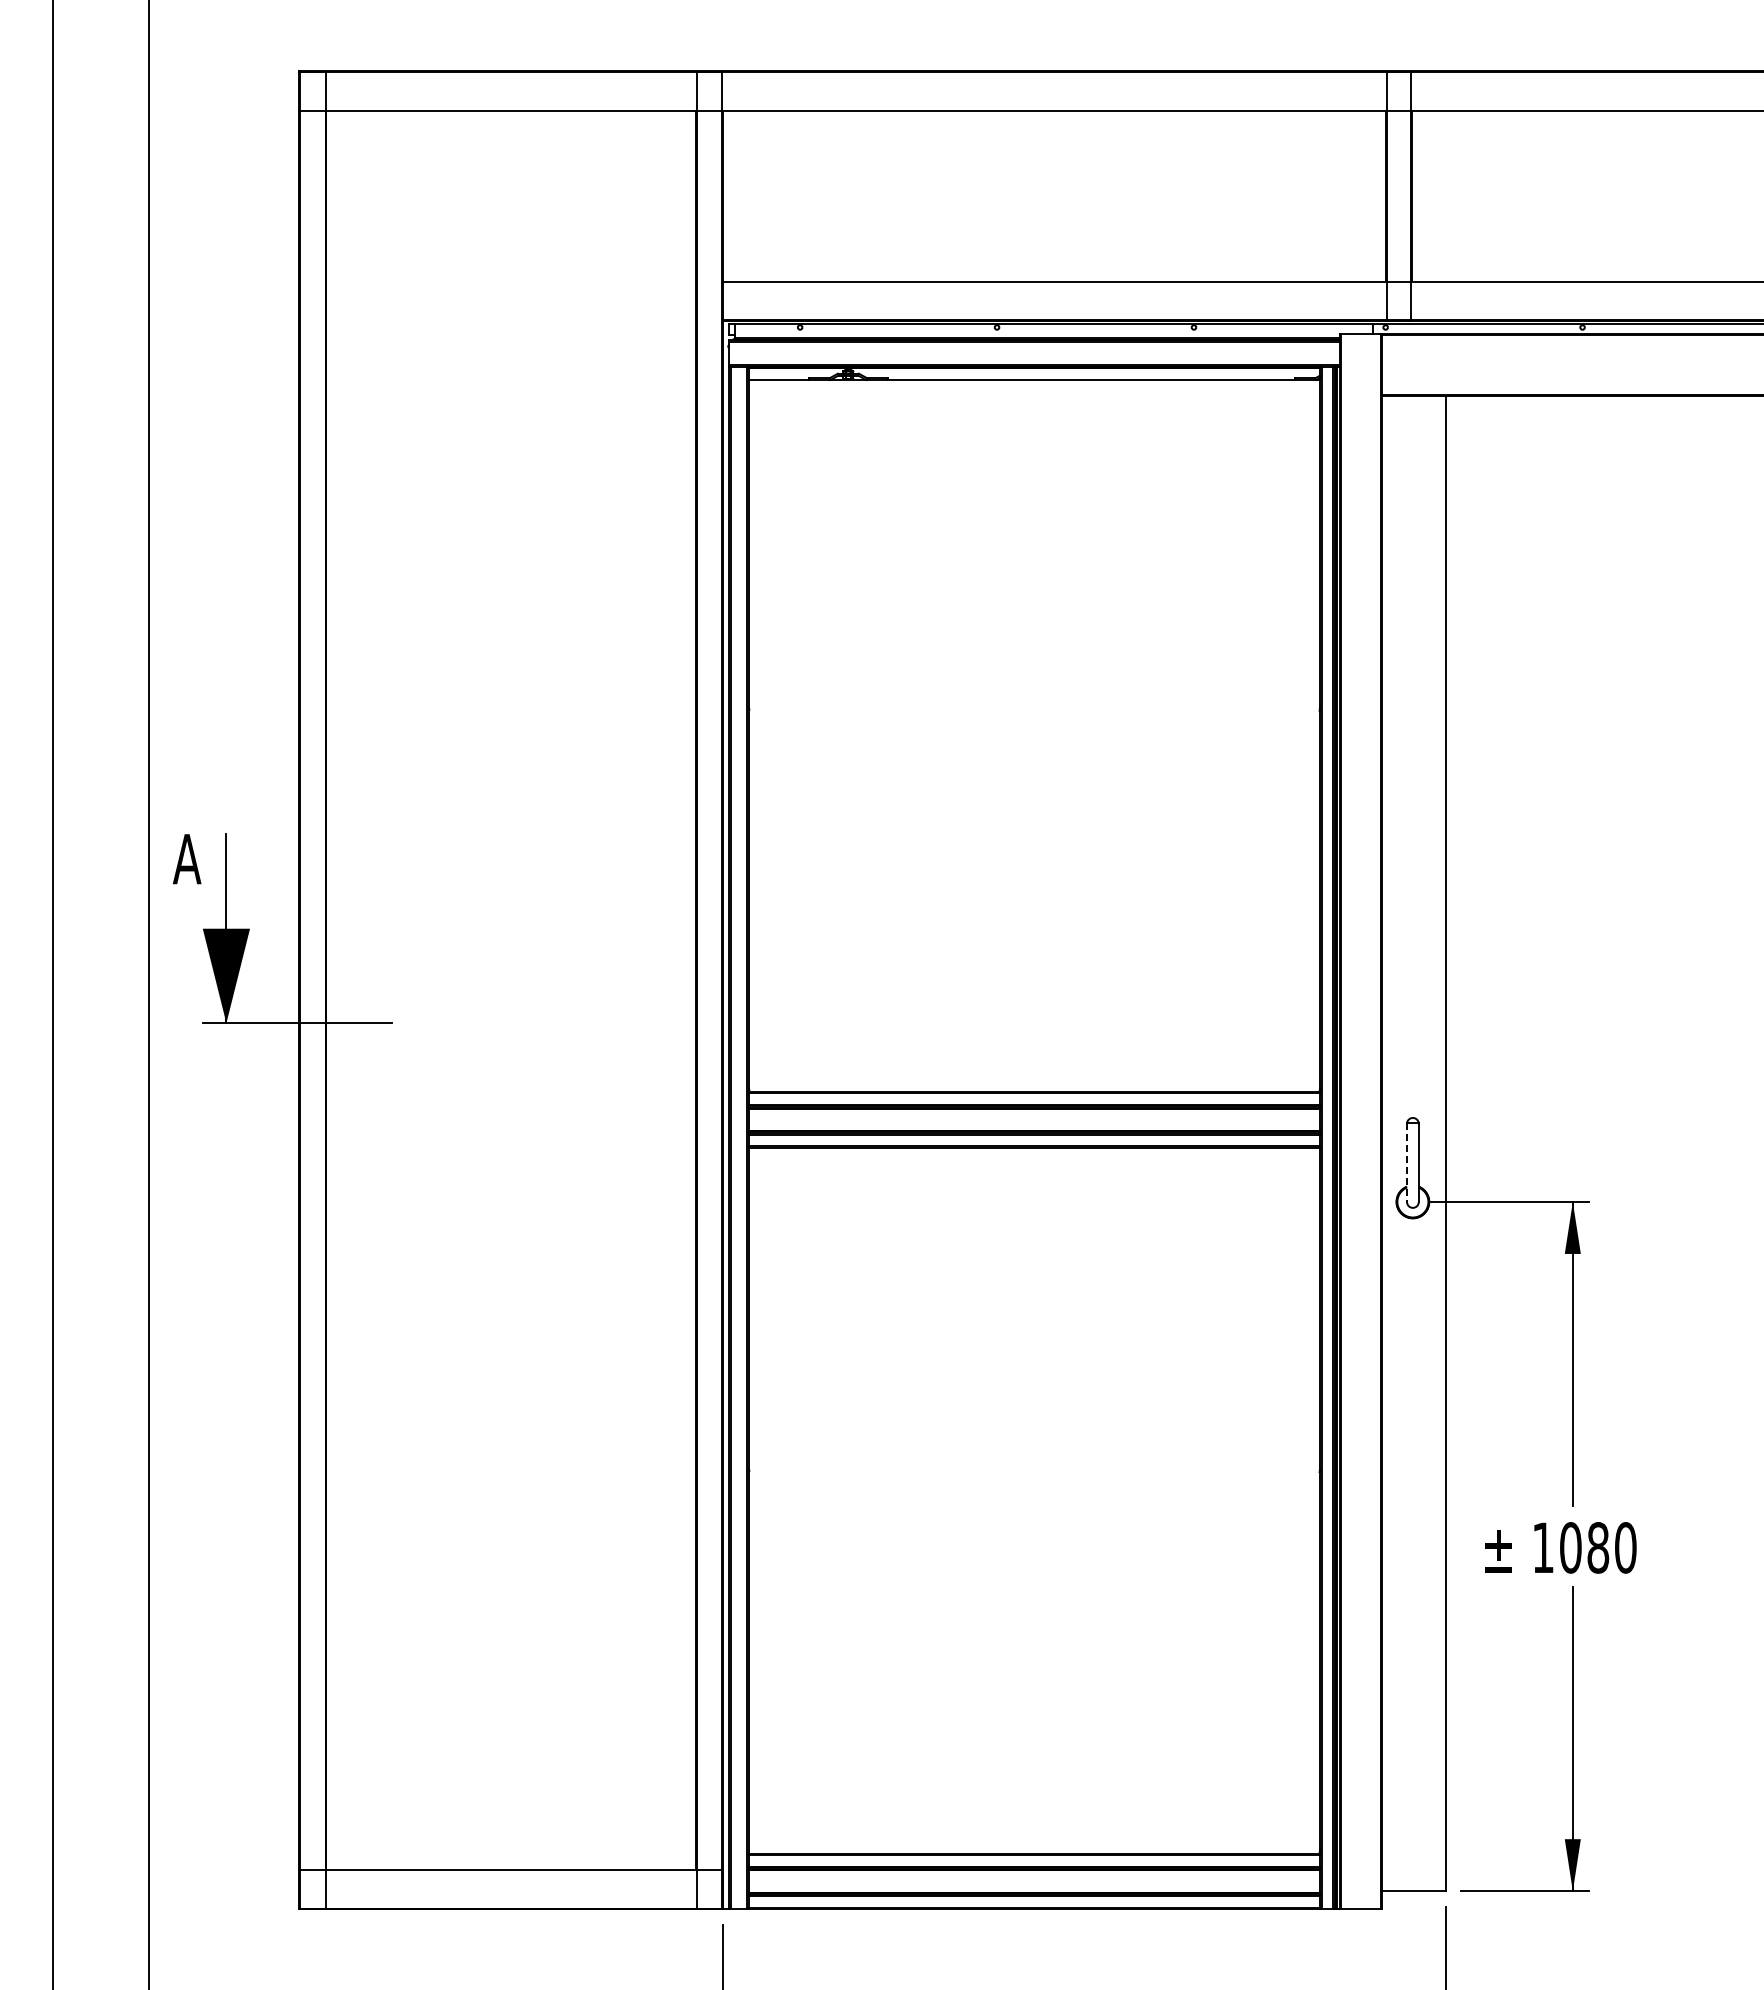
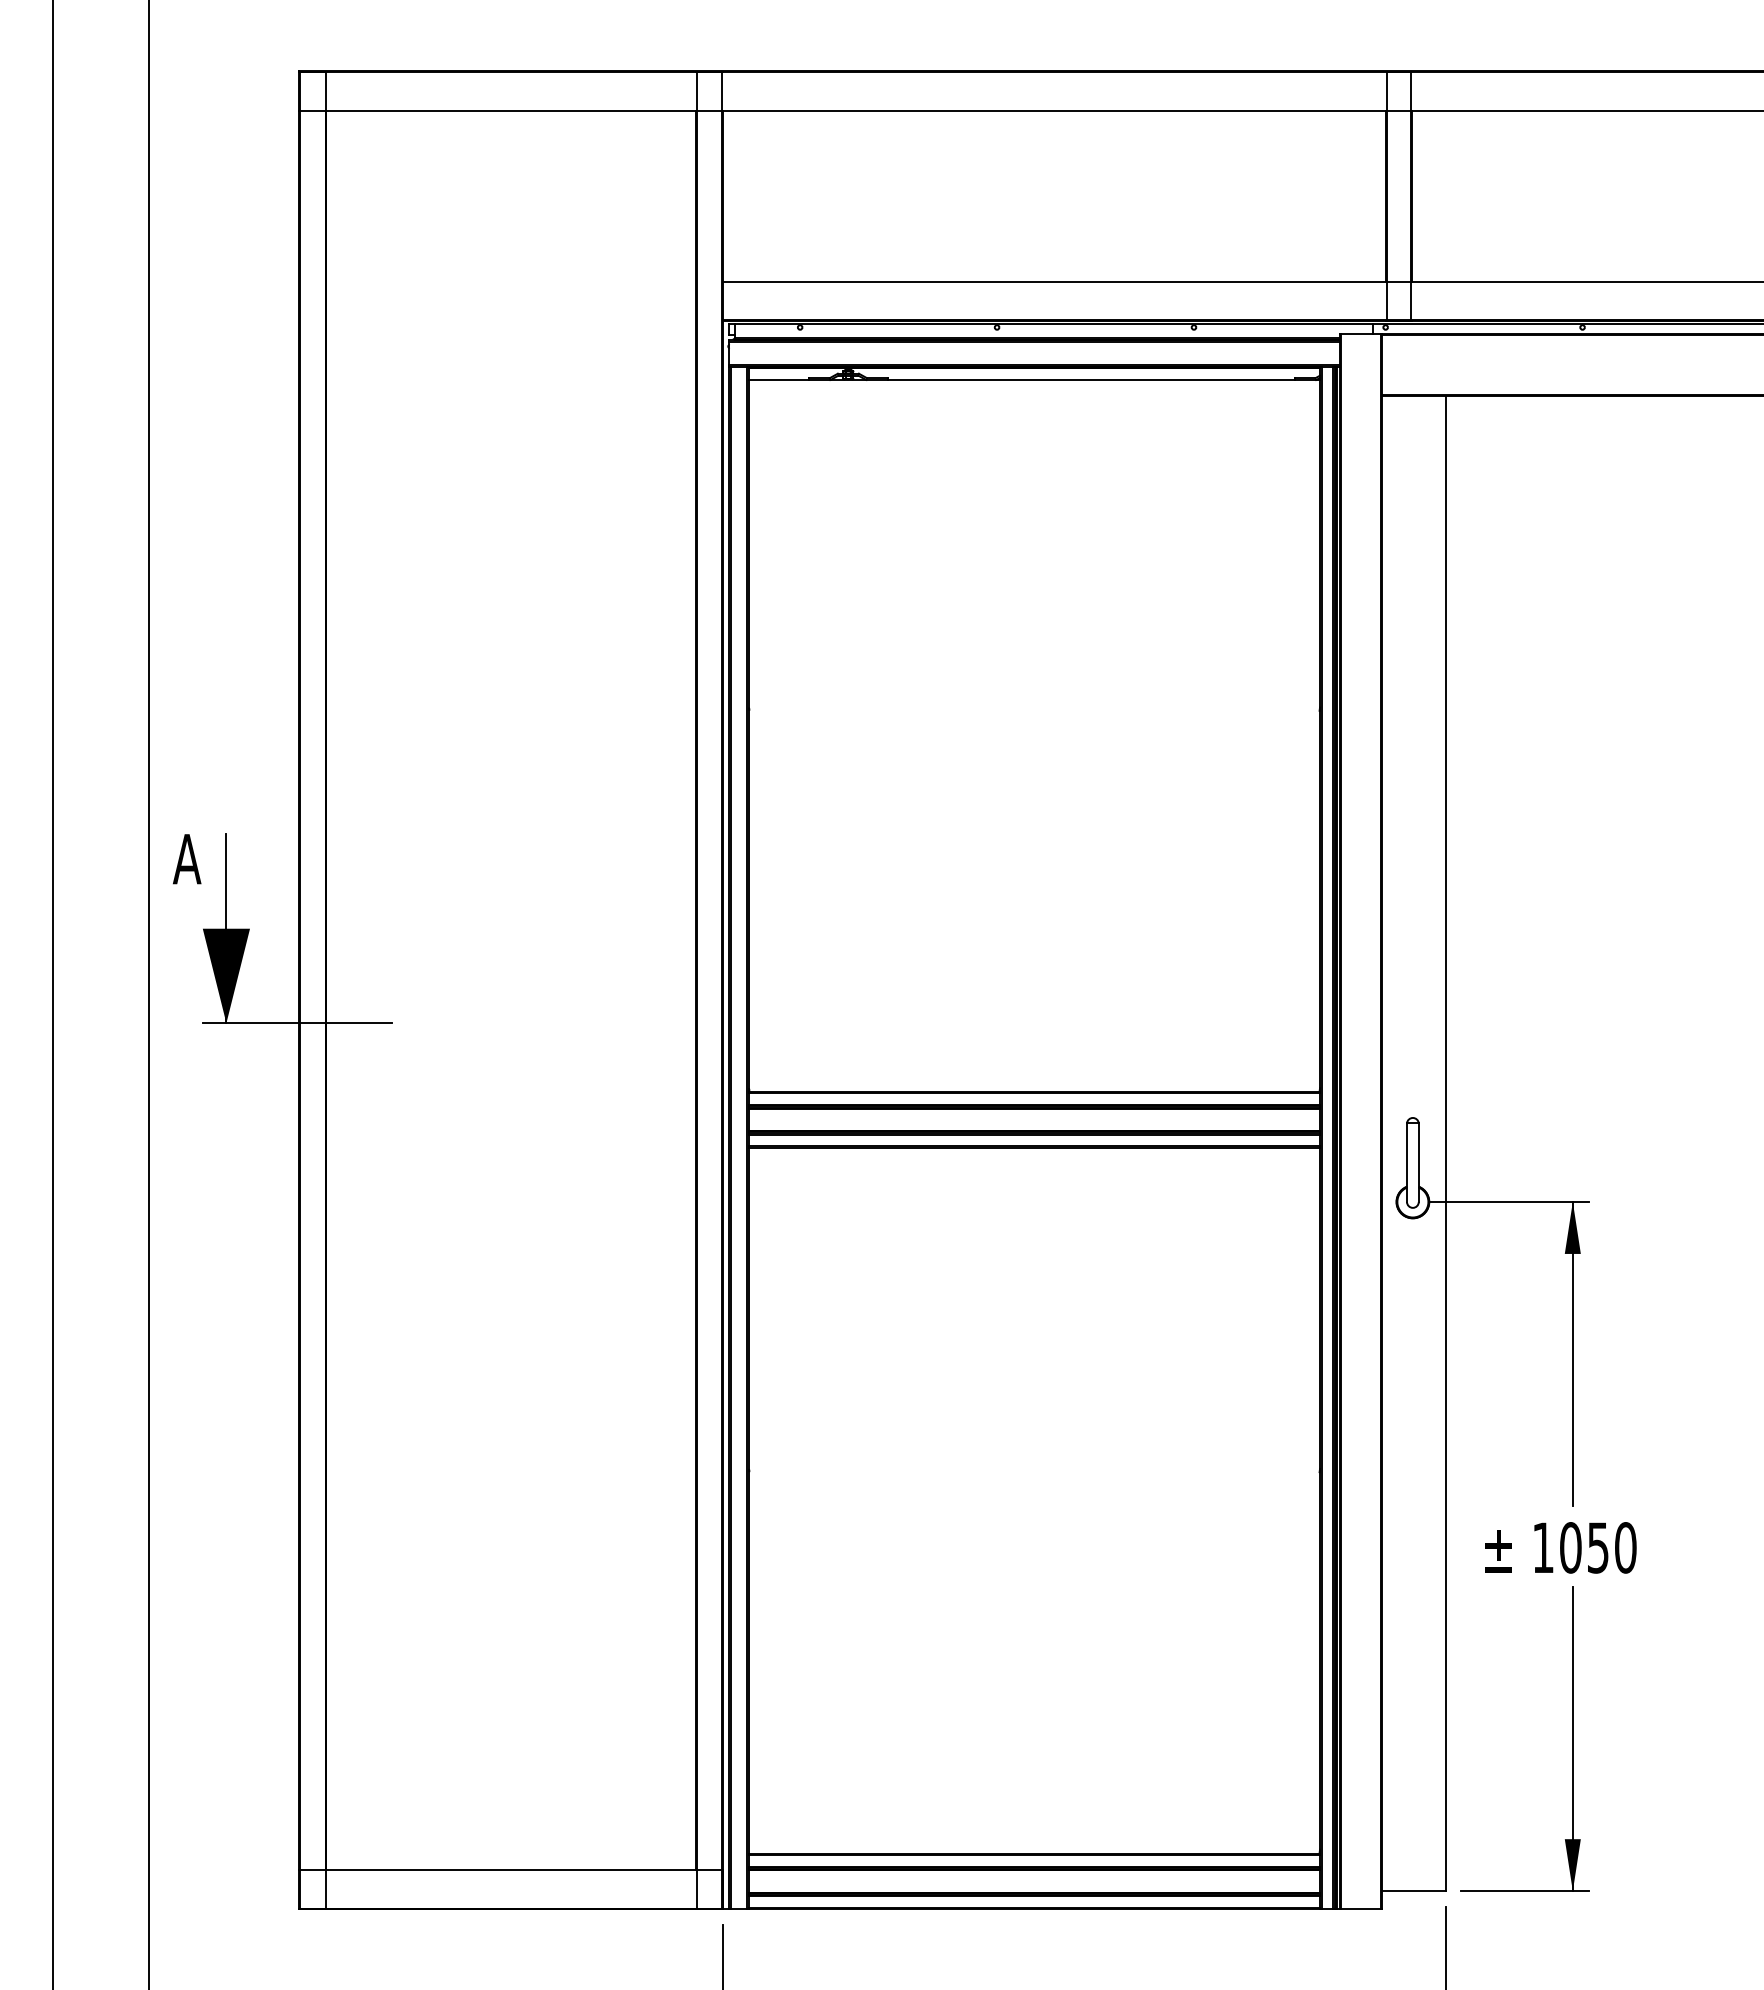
line at (1406, 1163): dashed -> solid
text at (1598, 1547): 1080 -> 1050
